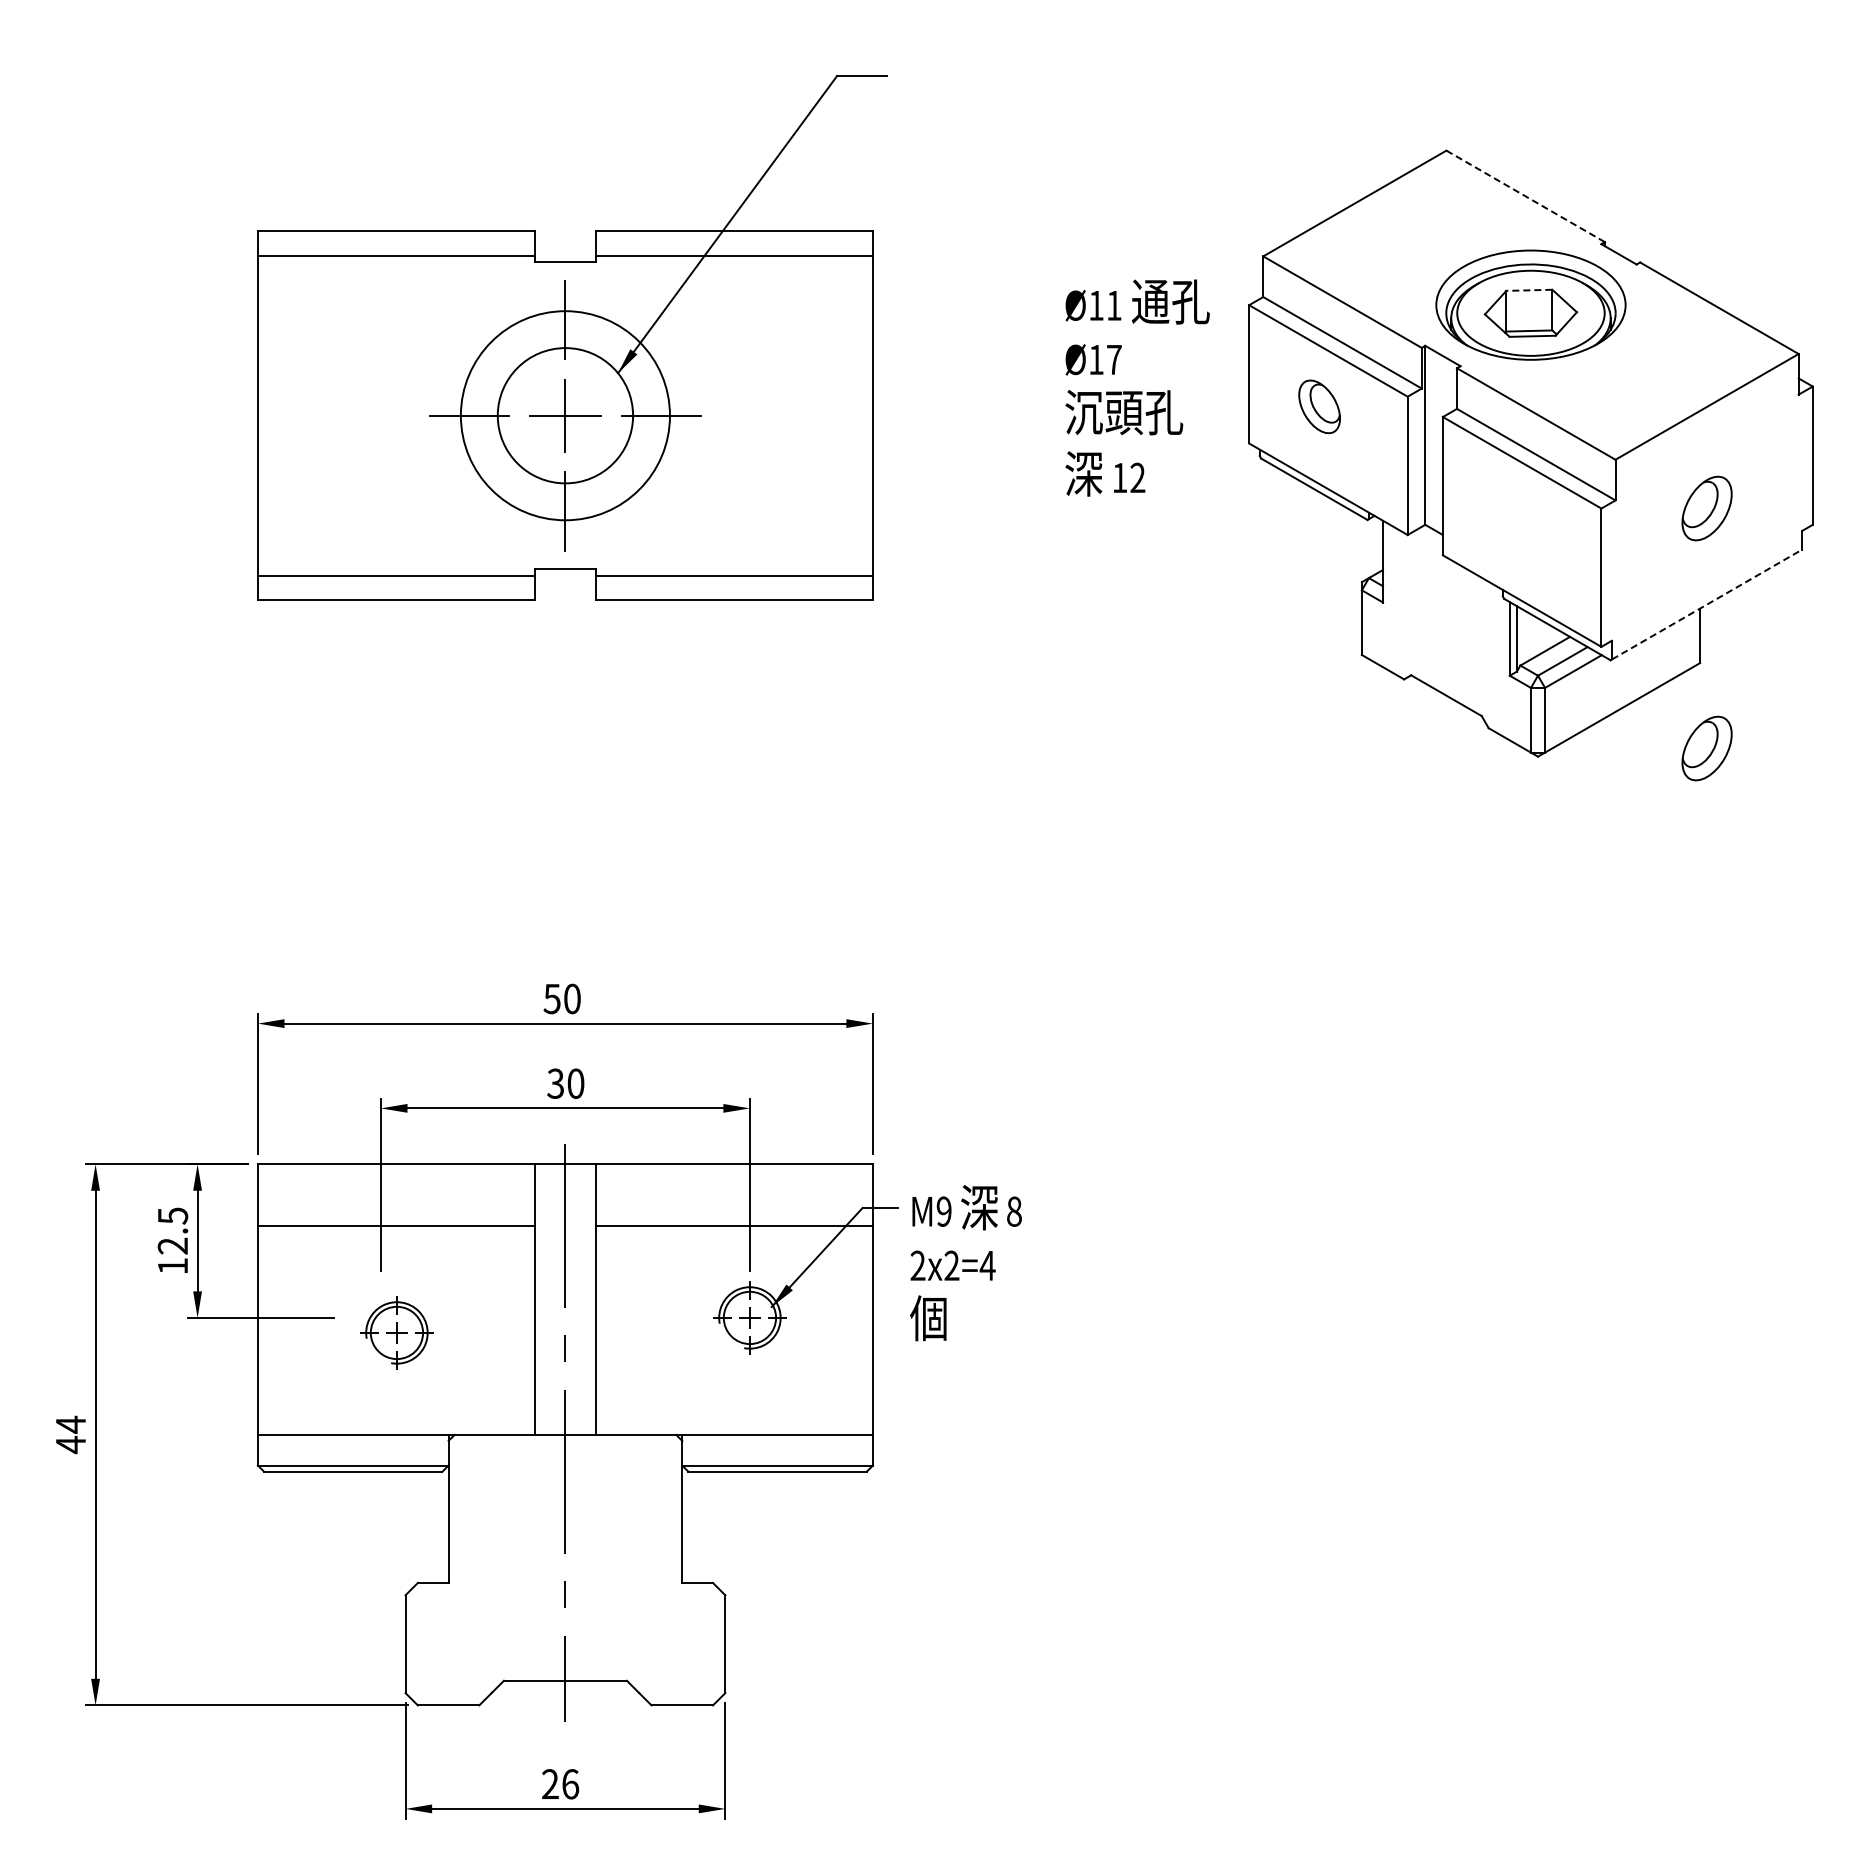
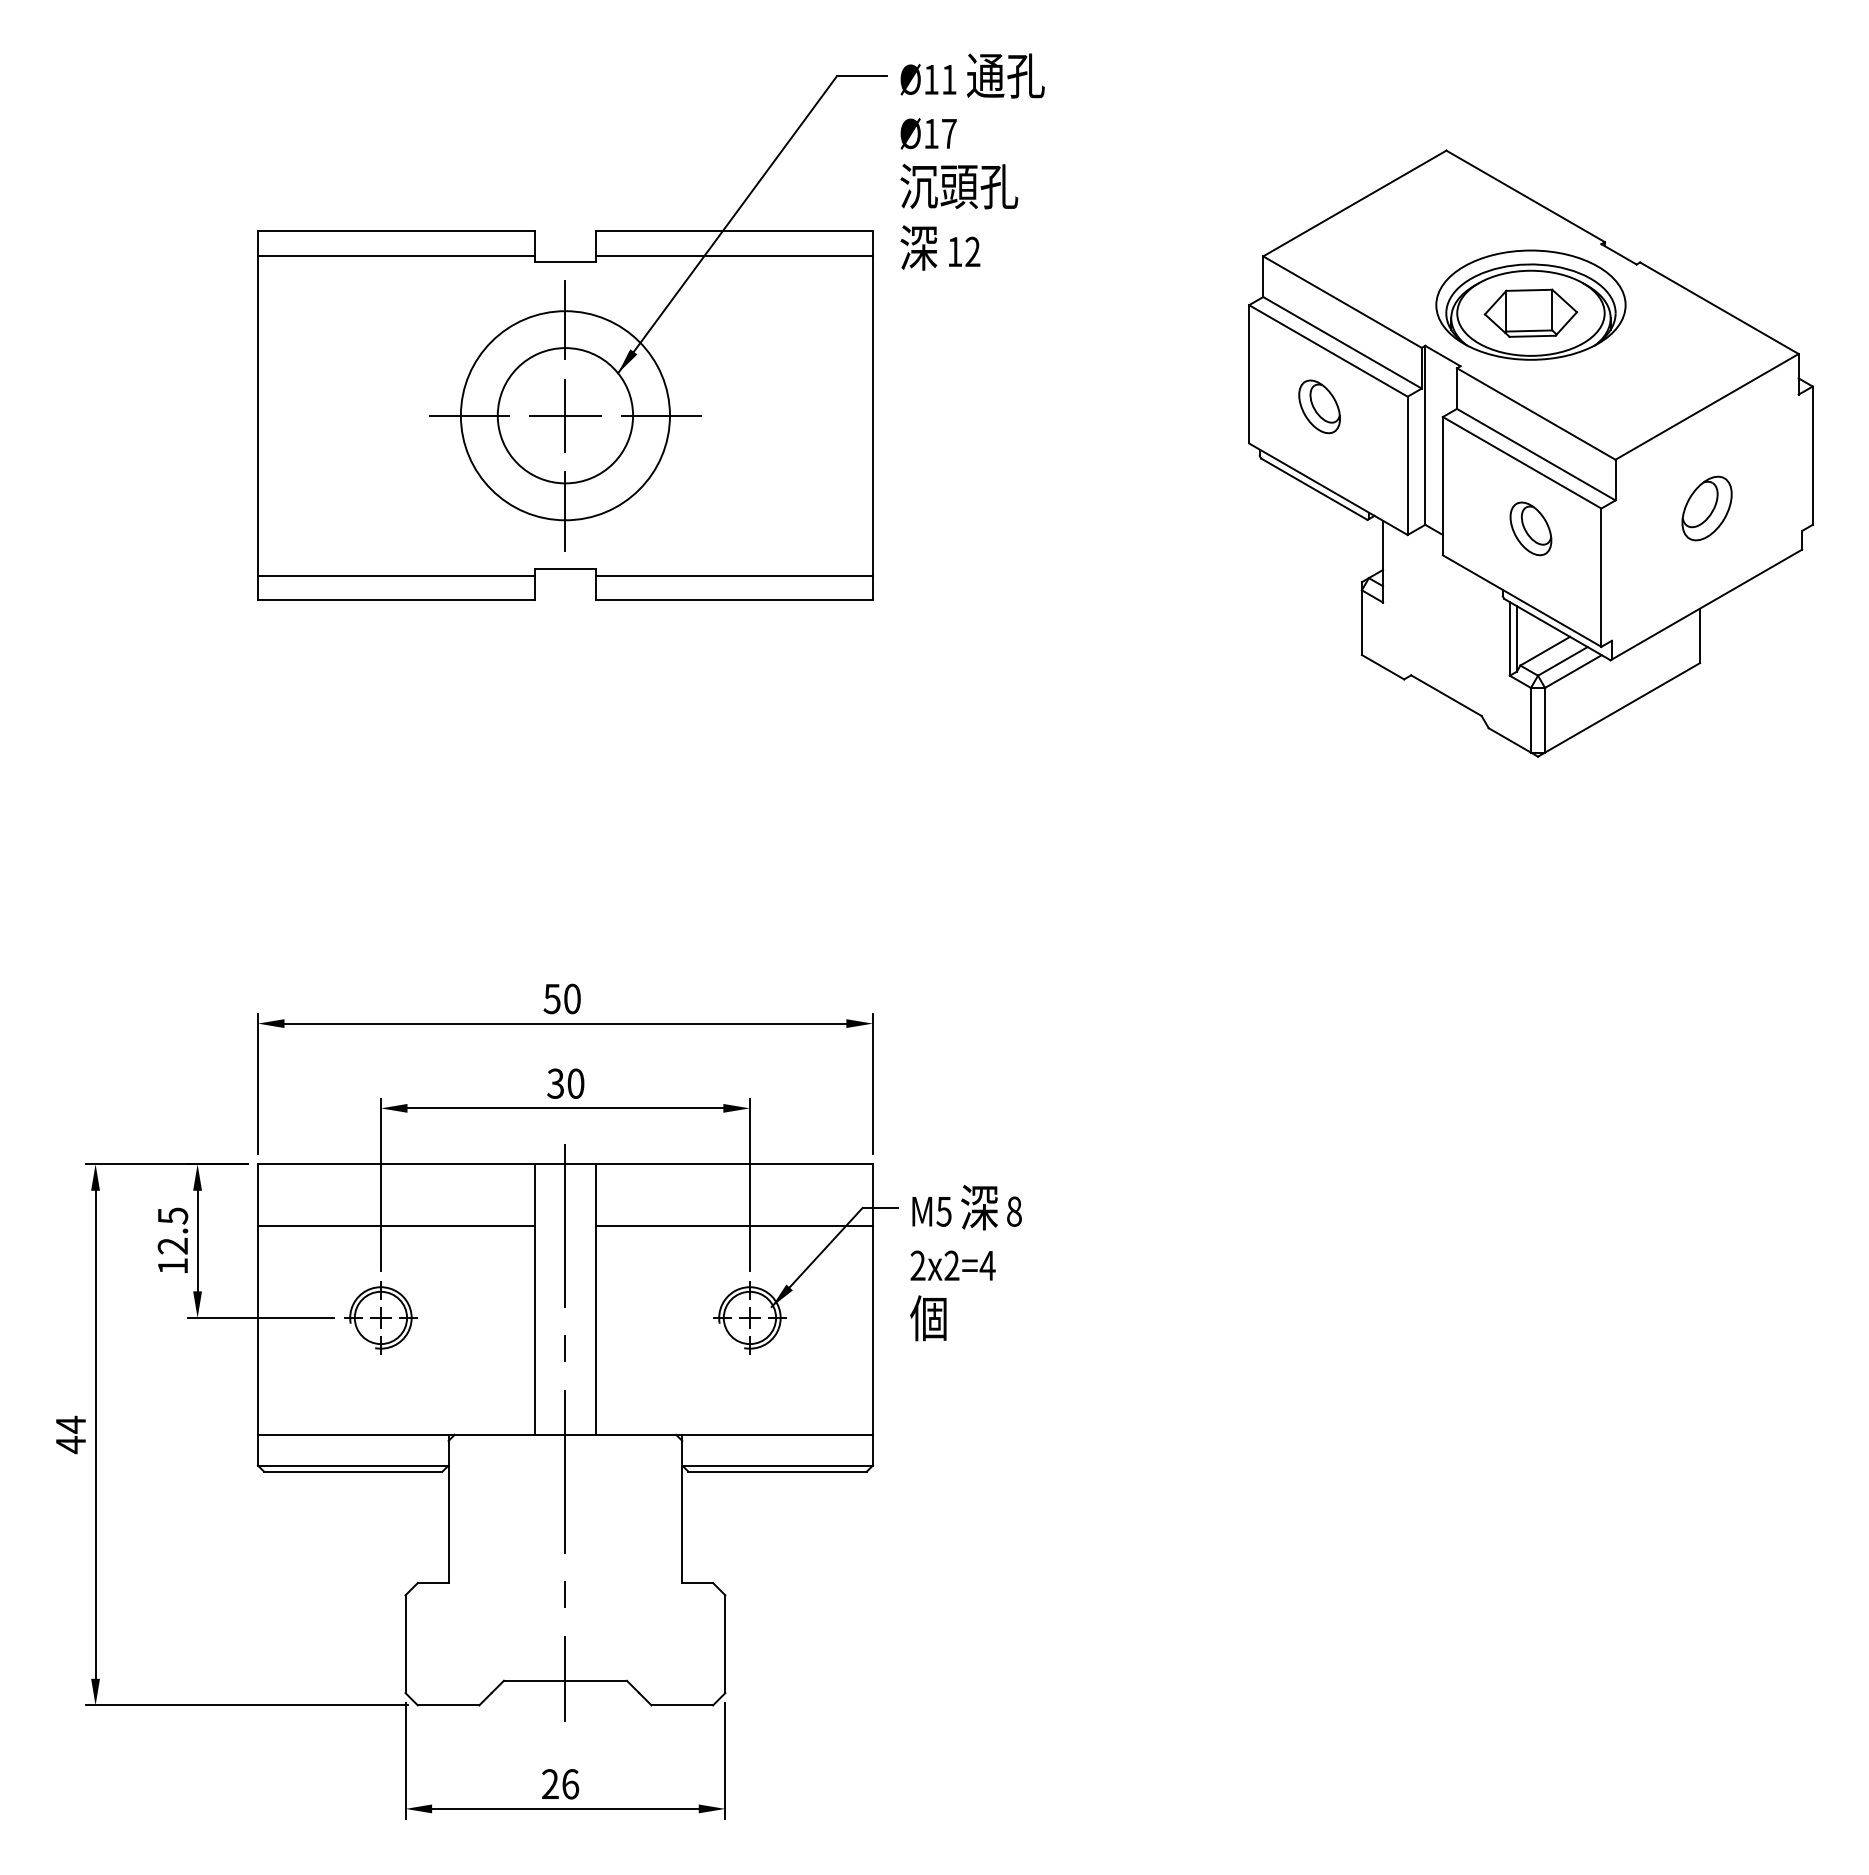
line at (1525, 196): dashed -> solid
line at (1529, 290): dashed -> solid
text at (1137, 387) position: (1137, 387) -> (972, 161)
part at (1530, 528): none -> present
line at (1707, 604): dashed -> solid
part at (1706, 748): present -> none
text at (943, 1211): M9 -> M5
part at (396, 1332) position: (396, 1332) -> (380, 1317)
